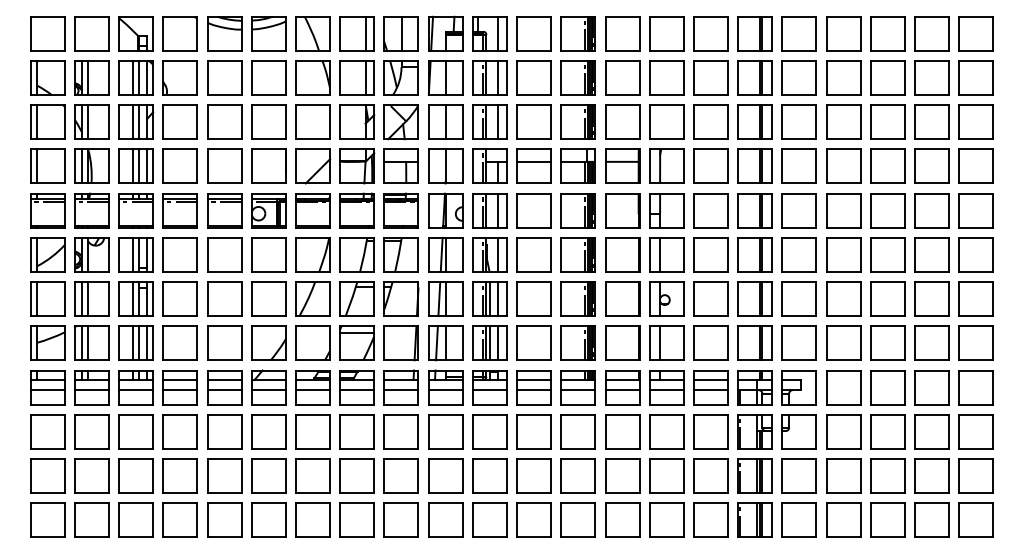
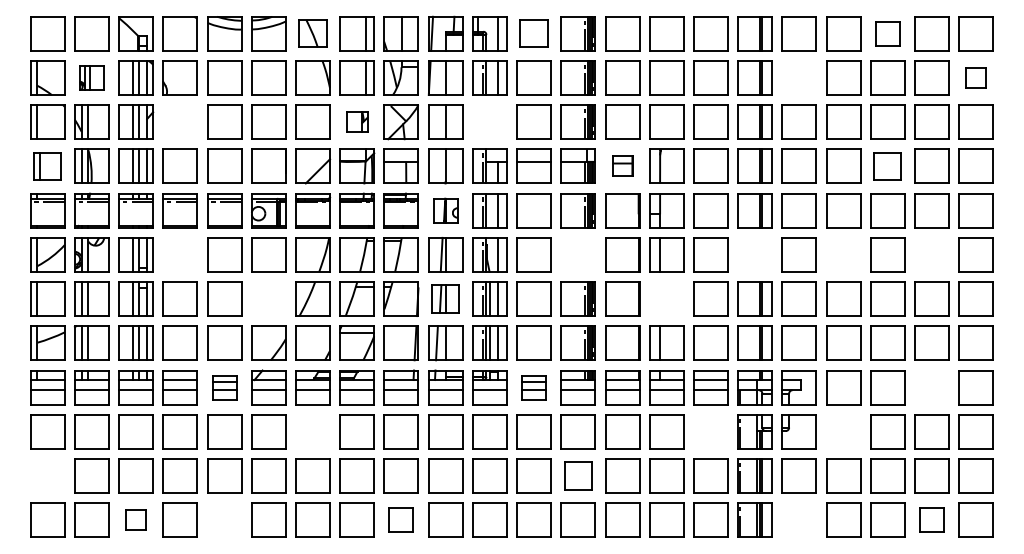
part at (312, 33) size: 36x36 px -> 30x29 px
part at (533, 33) size: 36x36 px -> 30x29 px
part at (887, 33) size: 36x36 px -> 26x26 px
part at (91, 77) size: 36x36 px -> 26x26 px
part at (798, 77): present -> none
part at (975, 77) size: 36x36 px -> 22x22 px
part at (179, 121): present -> none
part at (357, 121) size: 37x36 px -> 23x22 px
part at (489, 121): present -> none
part at (47, 165) size: 36x36 px -> 29x29 px
part at (622, 165) size: 36x36 px -> 22x22 px
part at (887, 165) size: 36x36 px -> 29x29 px
part at (445, 210) size: 36x37 px -> 26x27 px
part at (179, 254): present -> none
part at (577, 254): present -> none
part at (754, 254): present -> none
part at (843, 254): present -> none
part at (931, 254): present -> none
part at (268, 298): present -> none
part at (445, 298) size: 36x36 px -> 29x30 px
part at (666, 298): present -> none
part at (224, 387) size: 36x36 px -> 26x26 px
part at (533, 387) size: 36x36 px -> 26x26 px
part at (931, 387): present -> none
part at (312, 431): present -> none
part at (710, 431): present -> none
part at (843, 431): present -> none
part at (47, 475): present -> none
part at (577, 475) size: 36x36 px -> 29x30 px
part at (135, 519) size: 36x36 px -> 22x22 px
part at (224, 519): present -> none
part at (400, 519) size: 36x36 px -> 26x26 px
part at (798, 519): present -> none
part at (931, 519) size: 36x36 px -> 26x26 px
